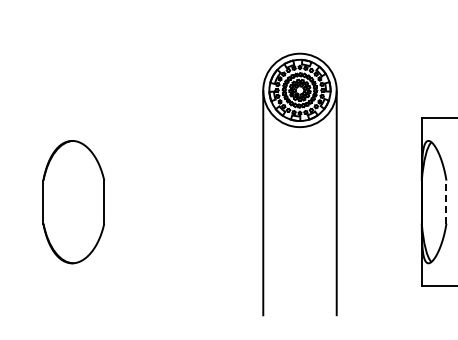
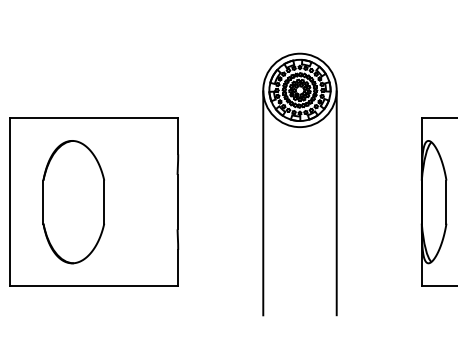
part at (94, 201): none -> present
line at (446, 202): dashed -> solid
